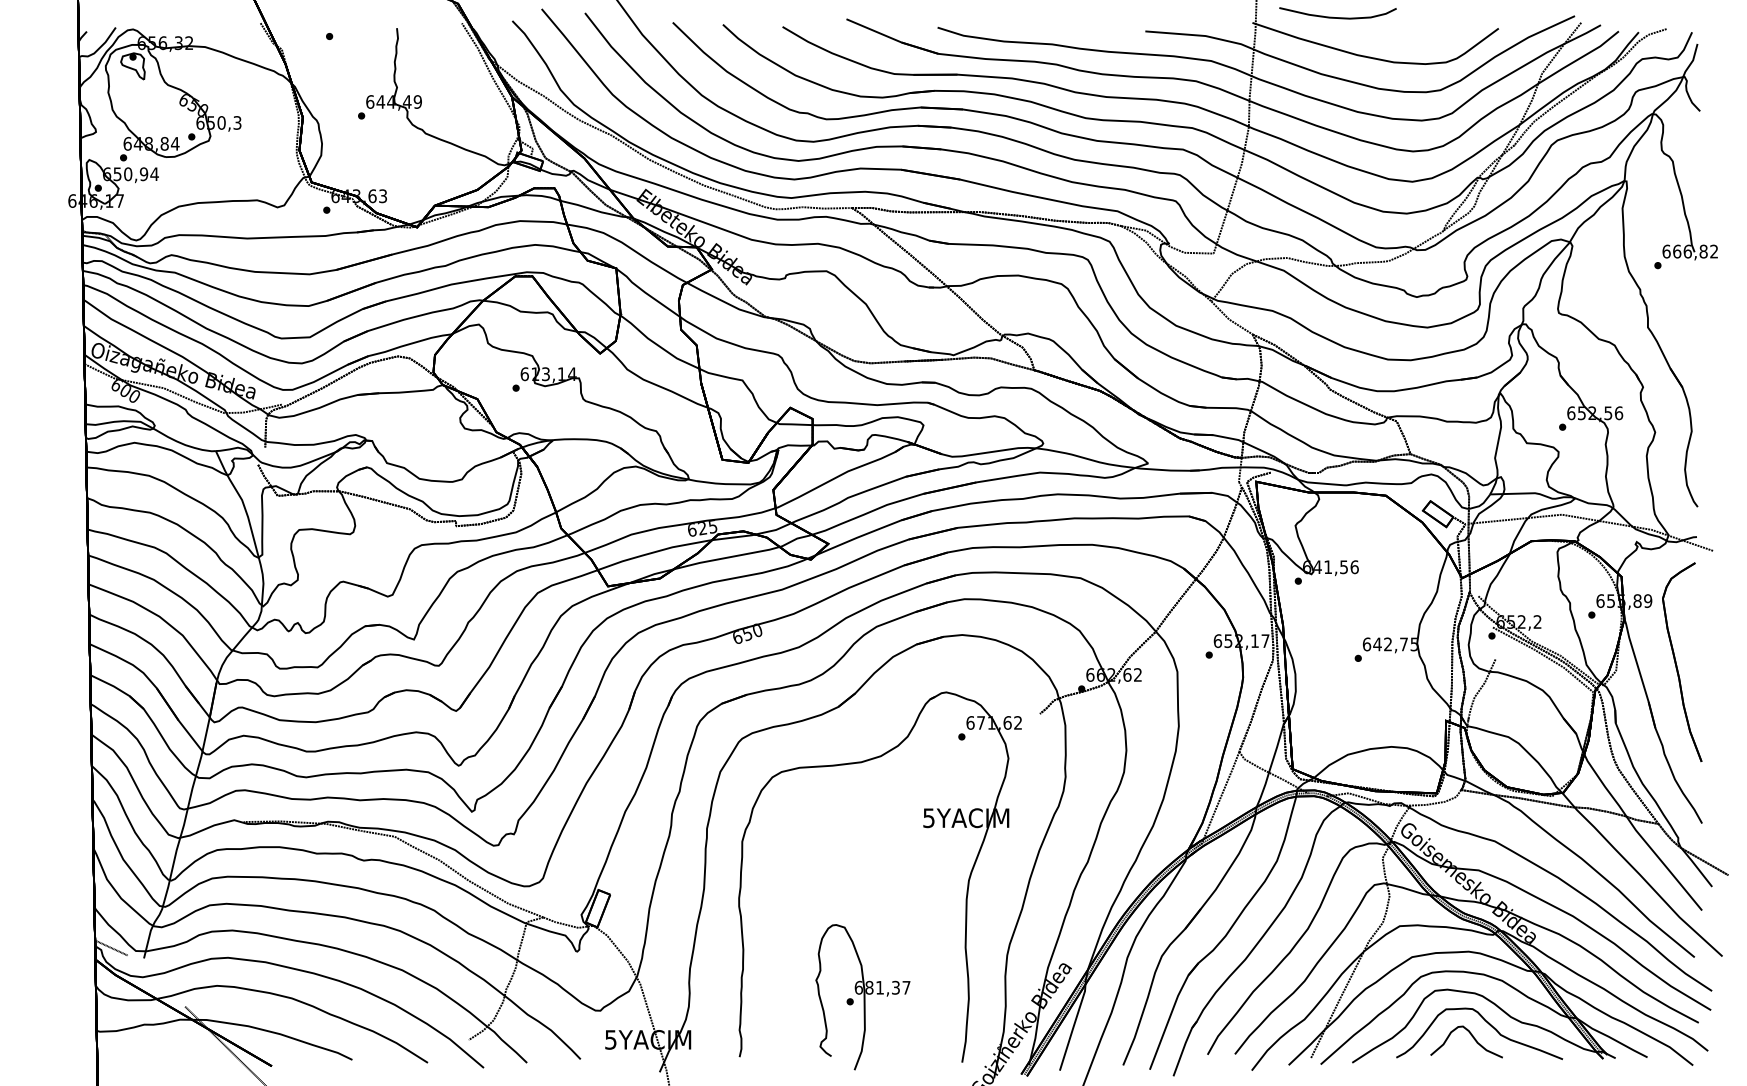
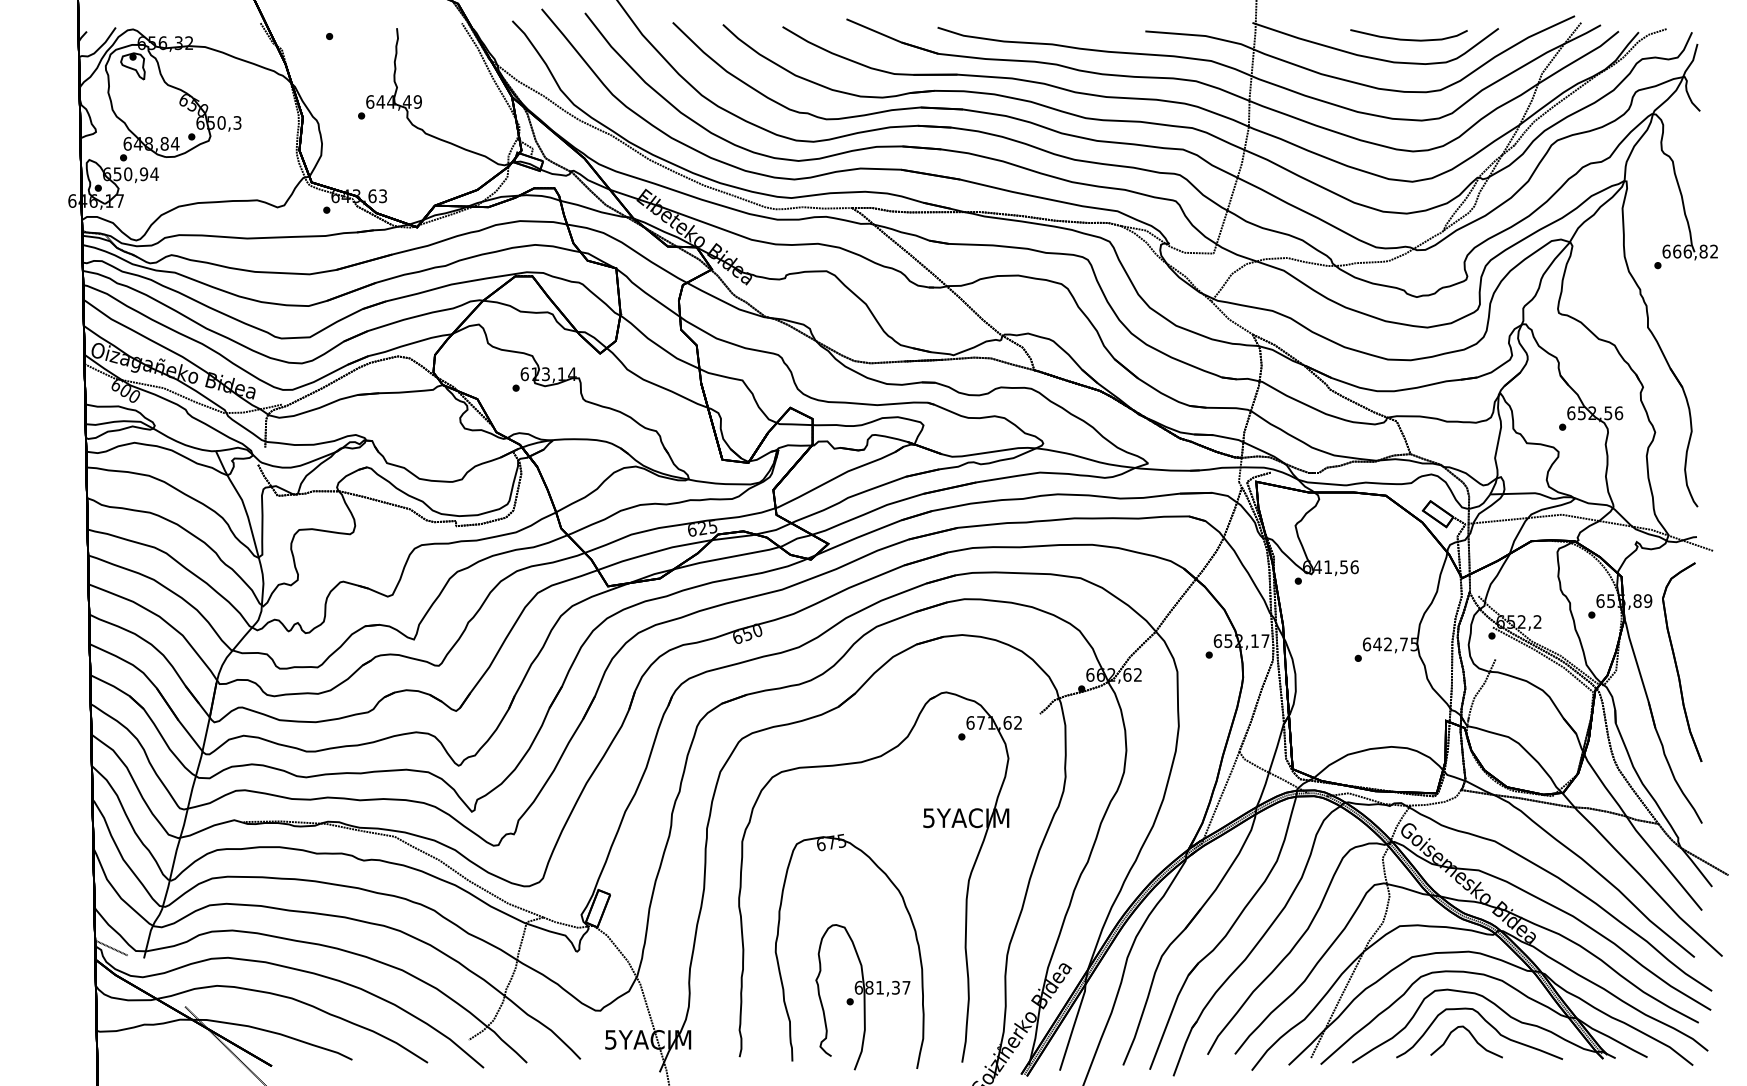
part at (1337, 13) position: (1337, 13) -> (1408, 35)
part at (915, 938): none -> present
